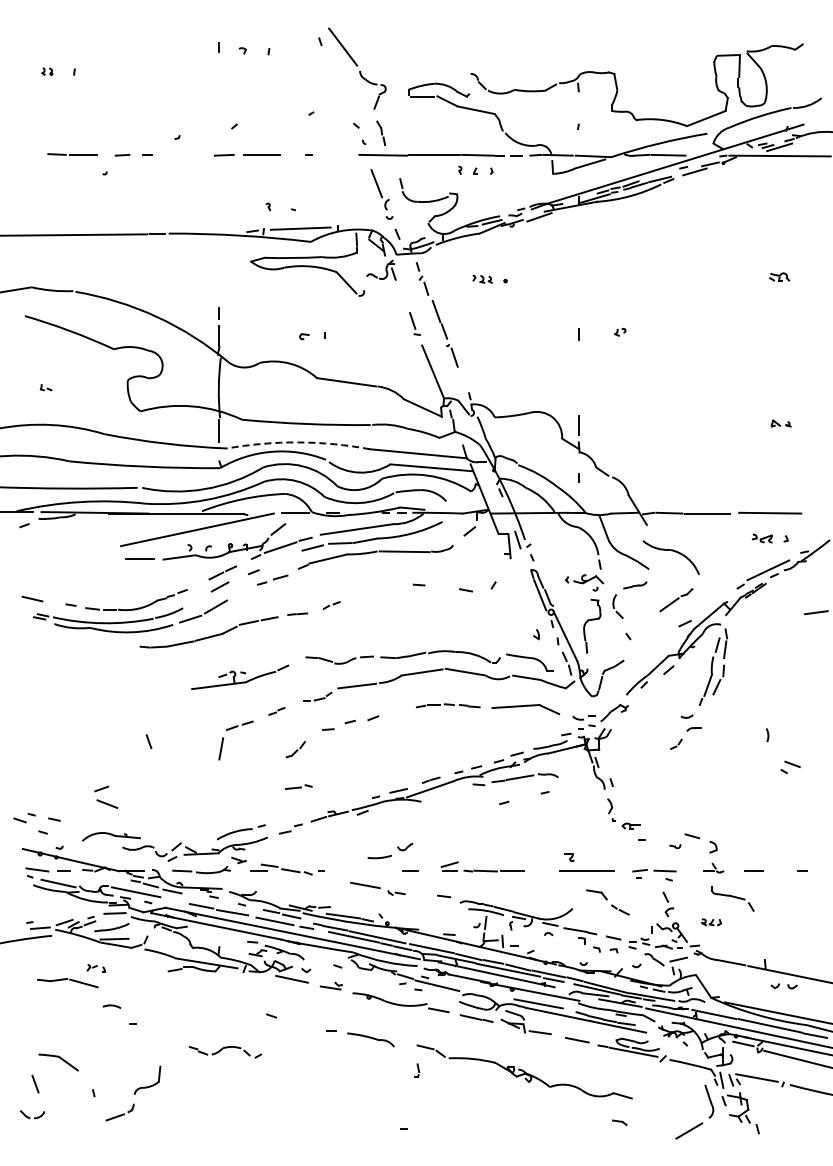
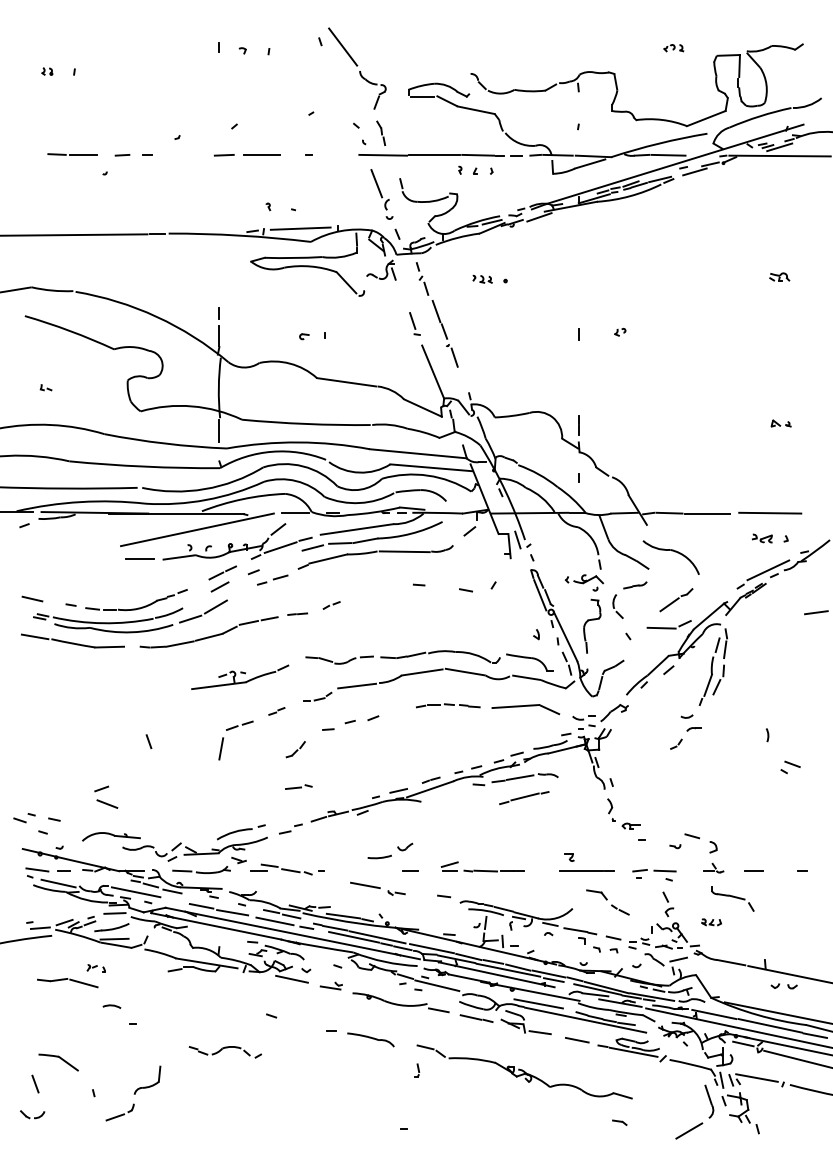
part at (673, 48): none -> present
arc at (298, 442): dashed -> solid
line at (661, 627): none -> present
part at (72, 640): none -> present
line at (524, 796): none -> present
